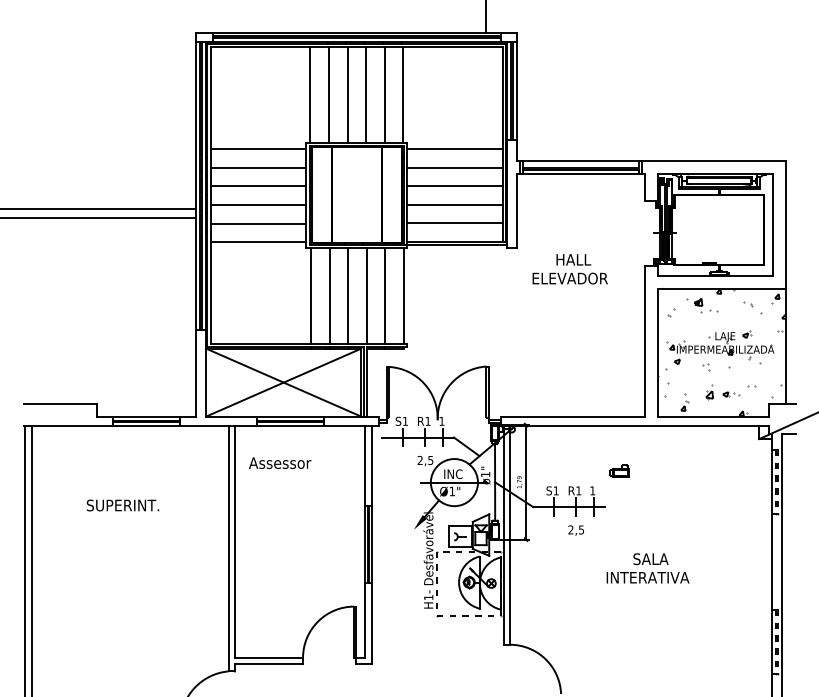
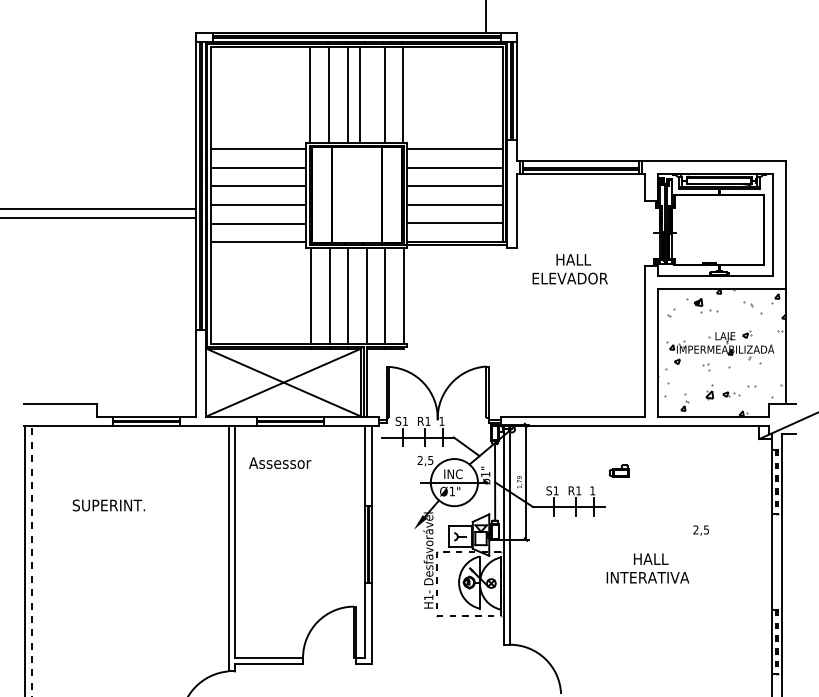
line at (366, 94) position: (366, 94) -> (360, 94)
text at (122, 505) position: (122, 505) -> (108, 505)
text at (575, 530) position: (575, 530) -> (700, 530)
text at (650, 559): SALA -> HALL
line at (31, 561): solid -> dashed
